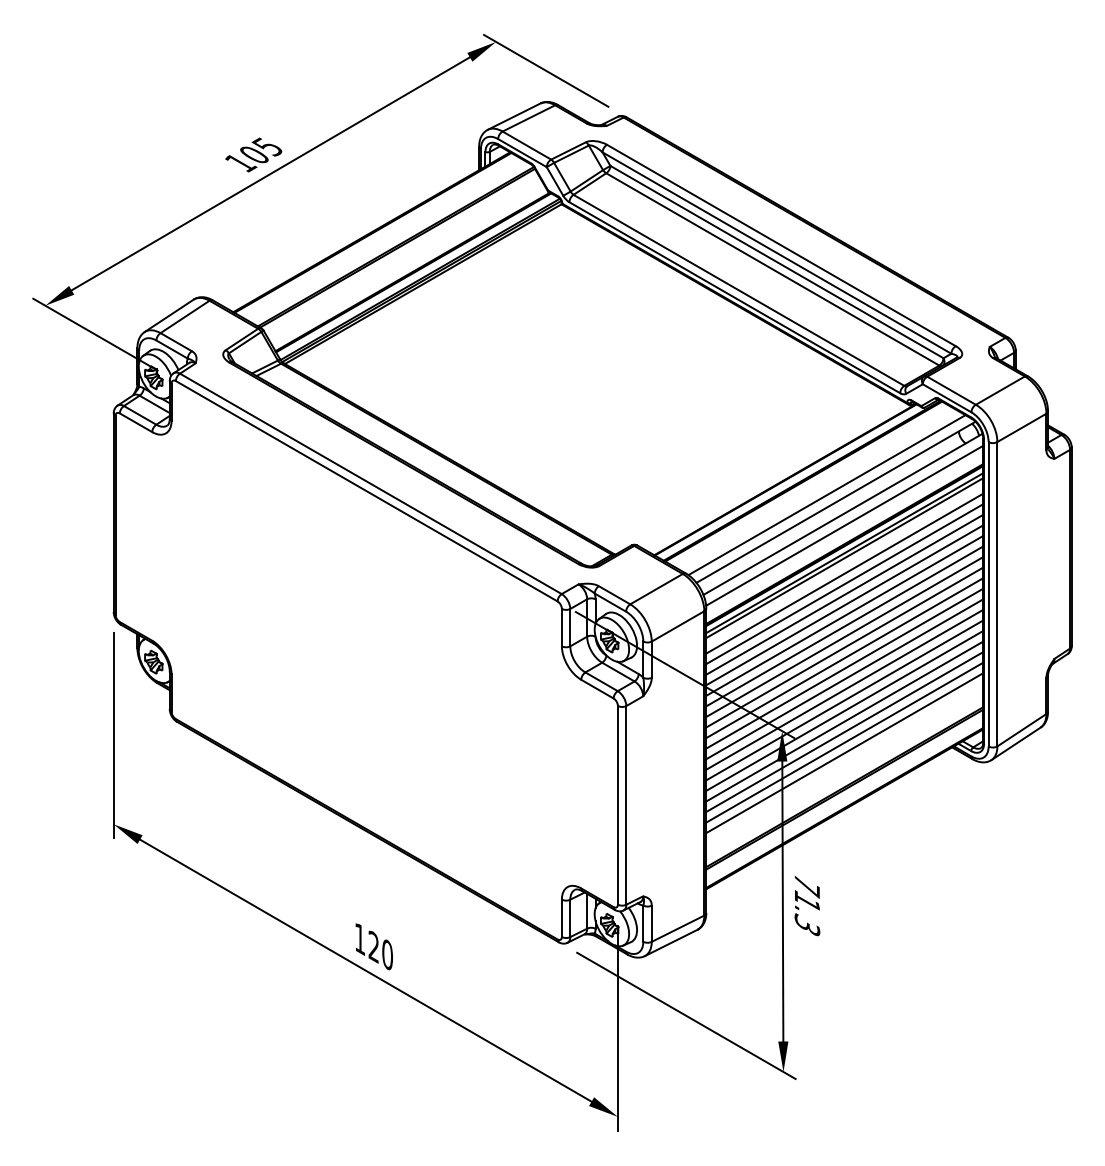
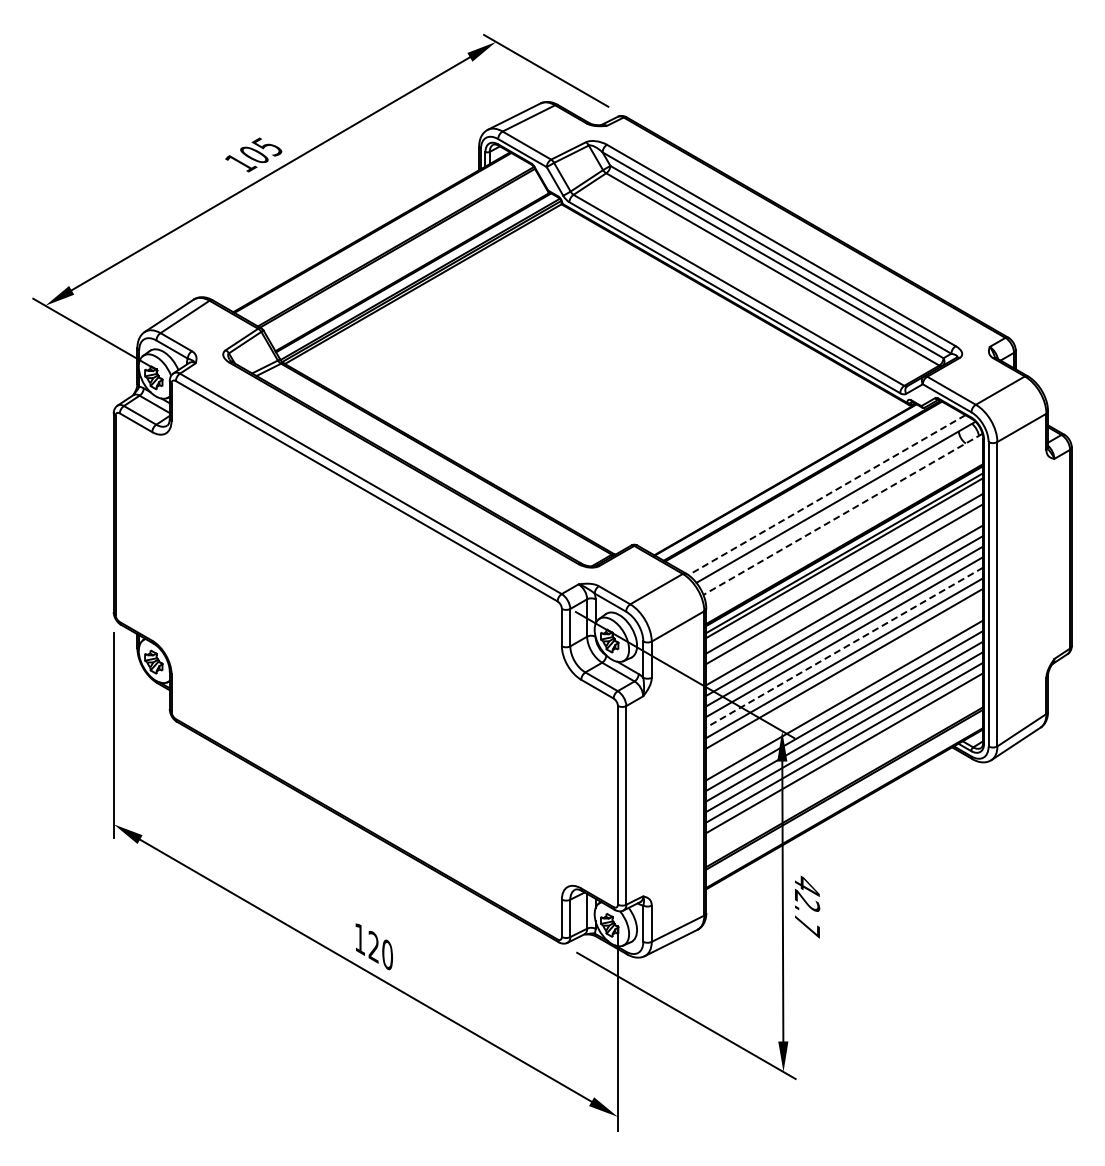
line at (826, 495): solid -> dashed
line at (842, 514): solid -> dashed
line at (844, 525): present -> none
line at (844, 594): present -> none
line at (844, 647): solid -> dashed
line at (844, 679): present -> none
line at (844, 689): present -> none
text at (807, 907): 71.3 -> 42.7
